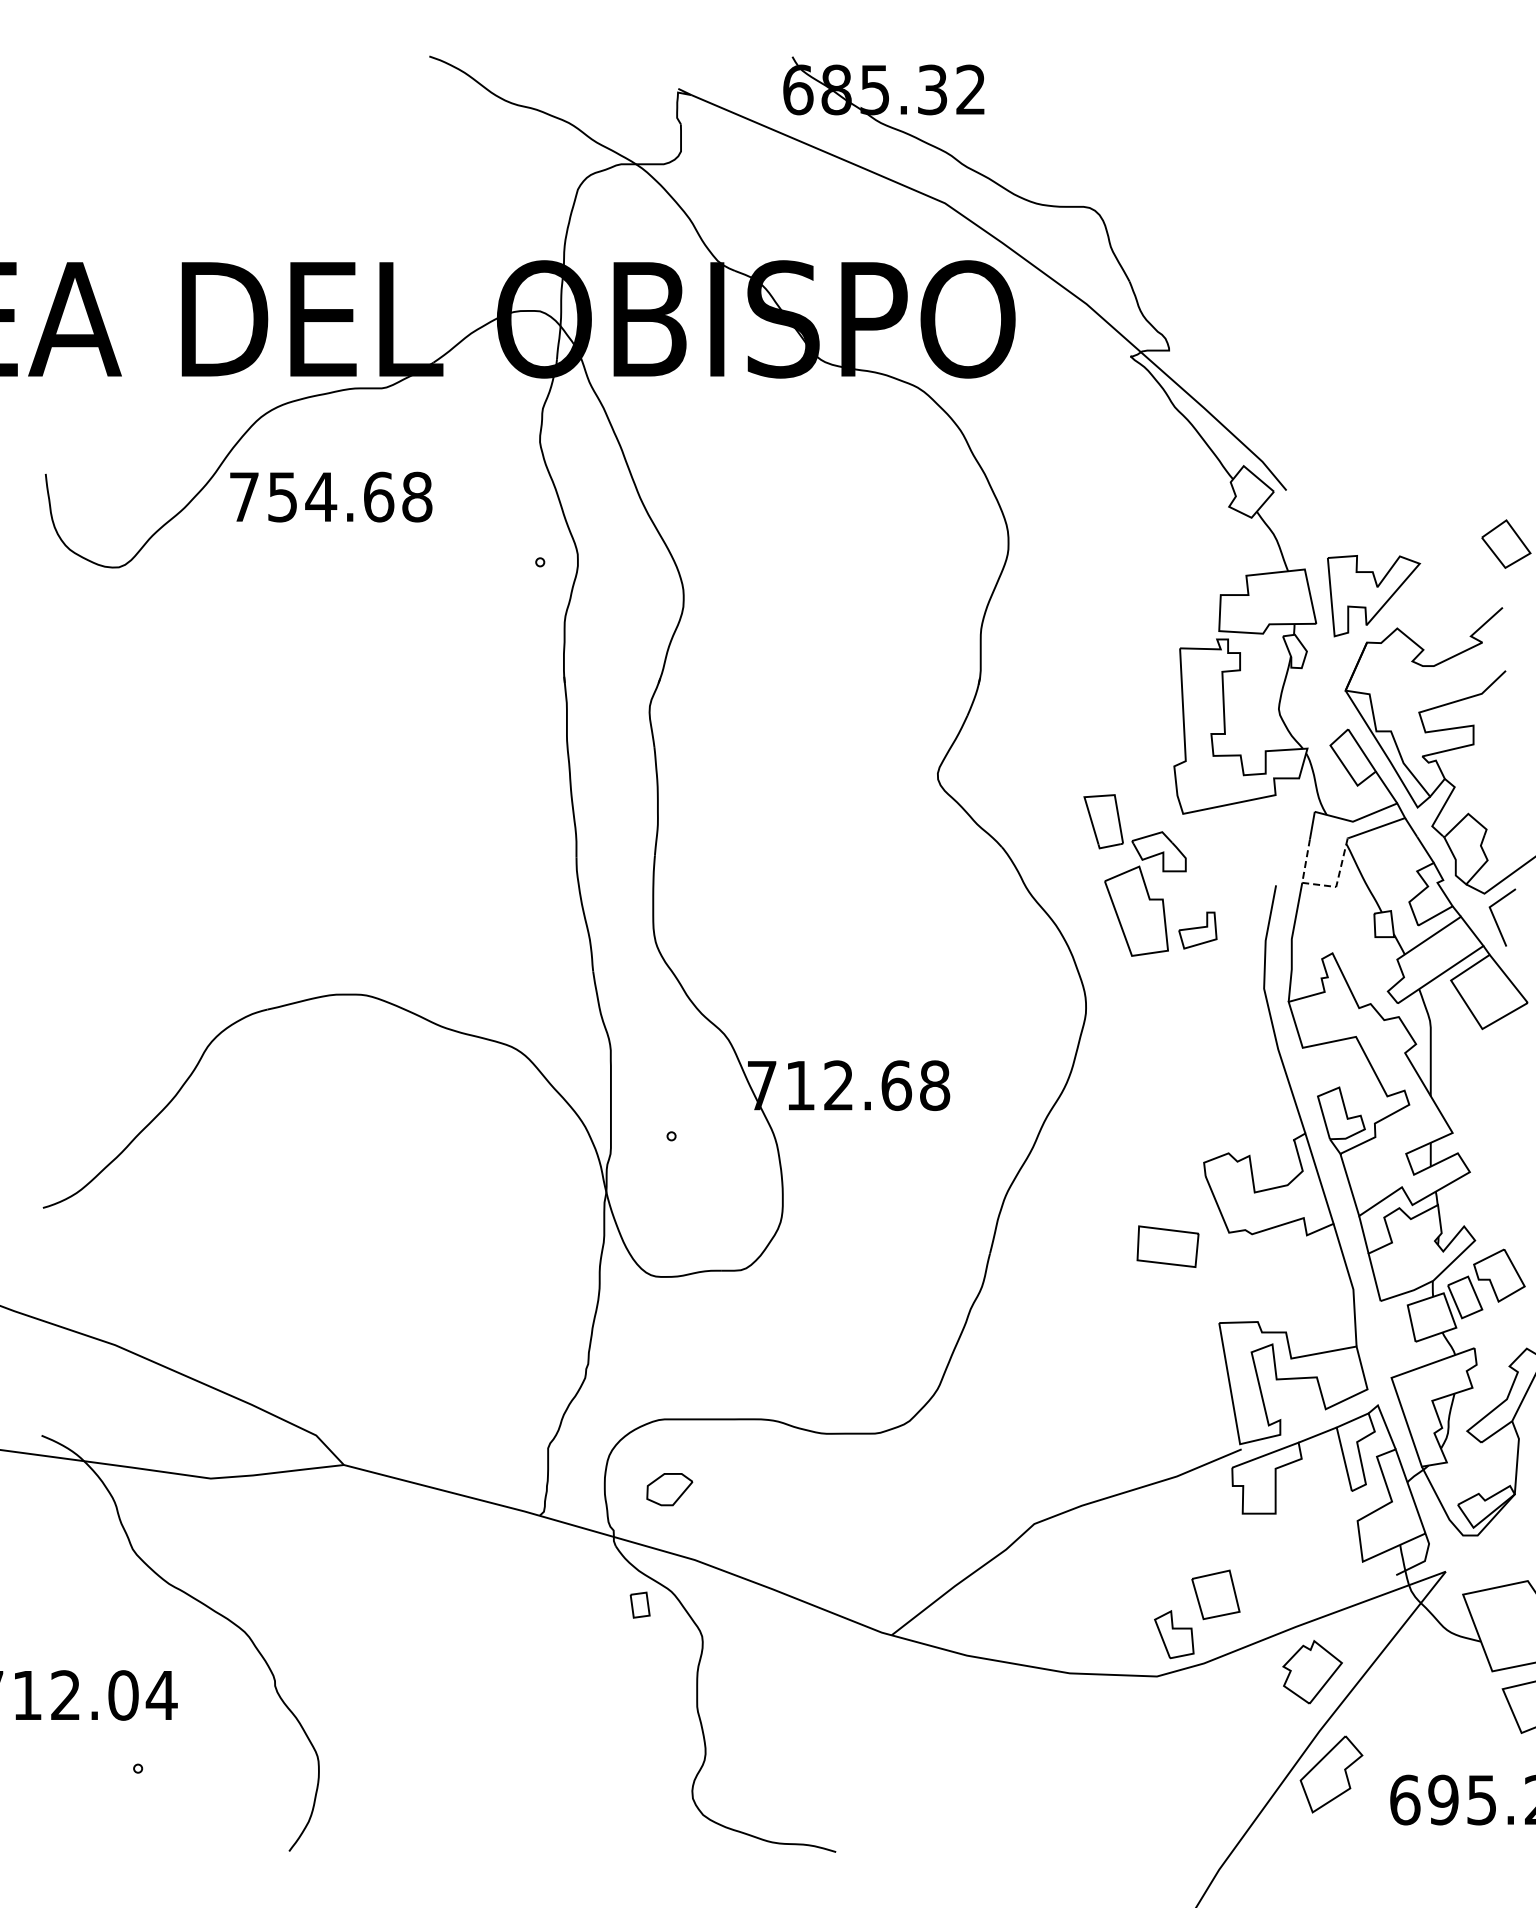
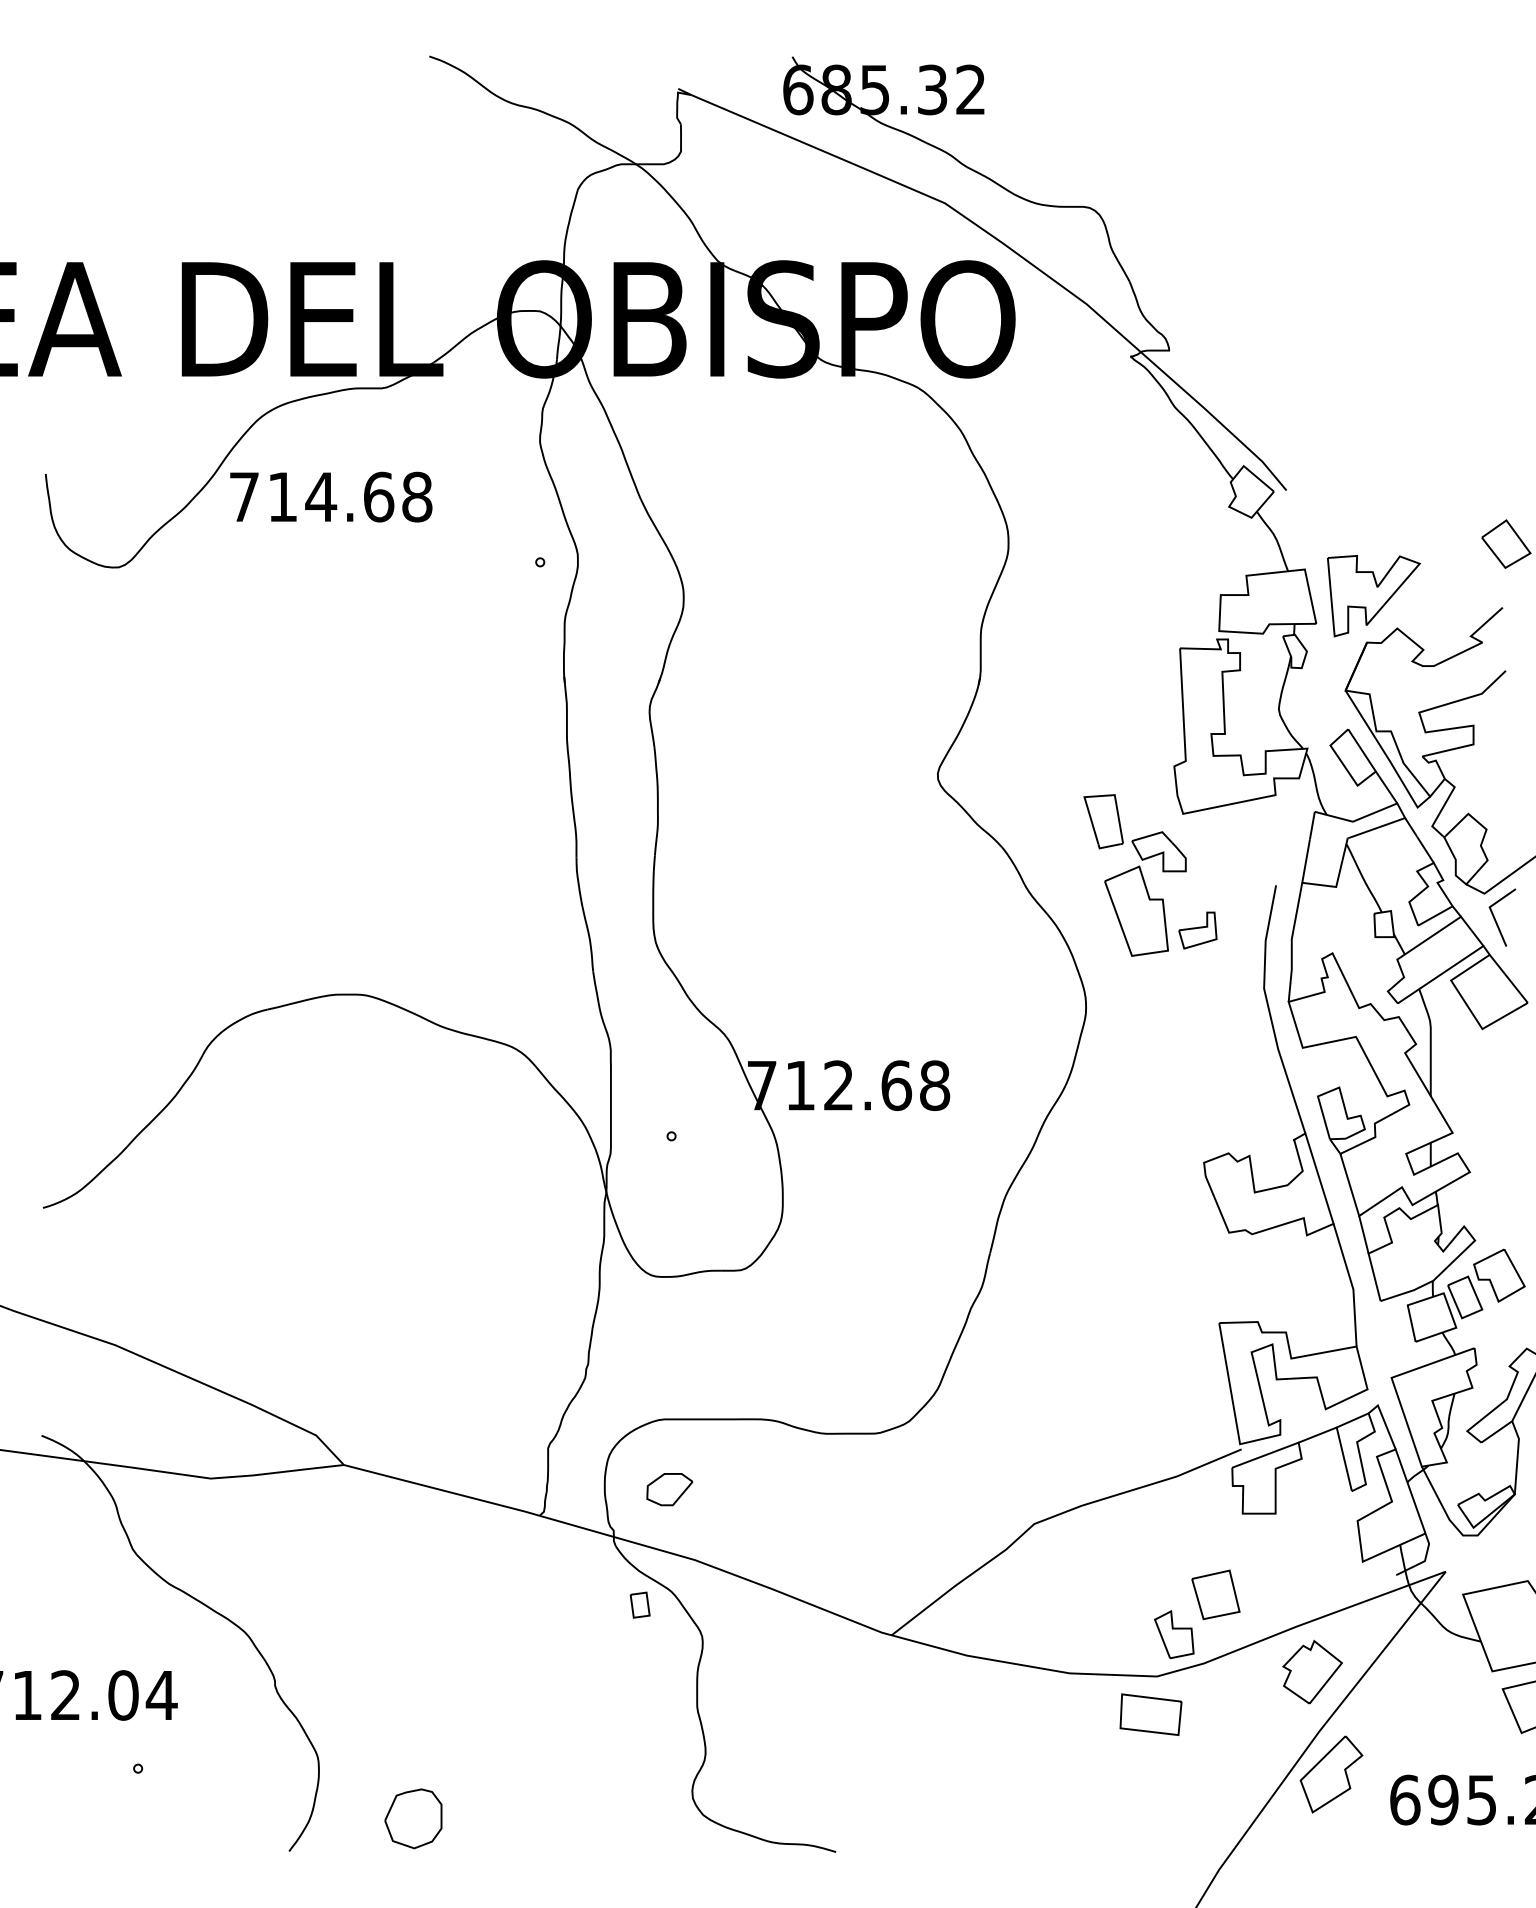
text at (282, 497): 754.68 -> 714.68
line at (1321, 885): dashed -> solid
part at (1167, 1246) position: (1167, 1246) -> (1150, 1714)
part at (413, 1818): none -> present
